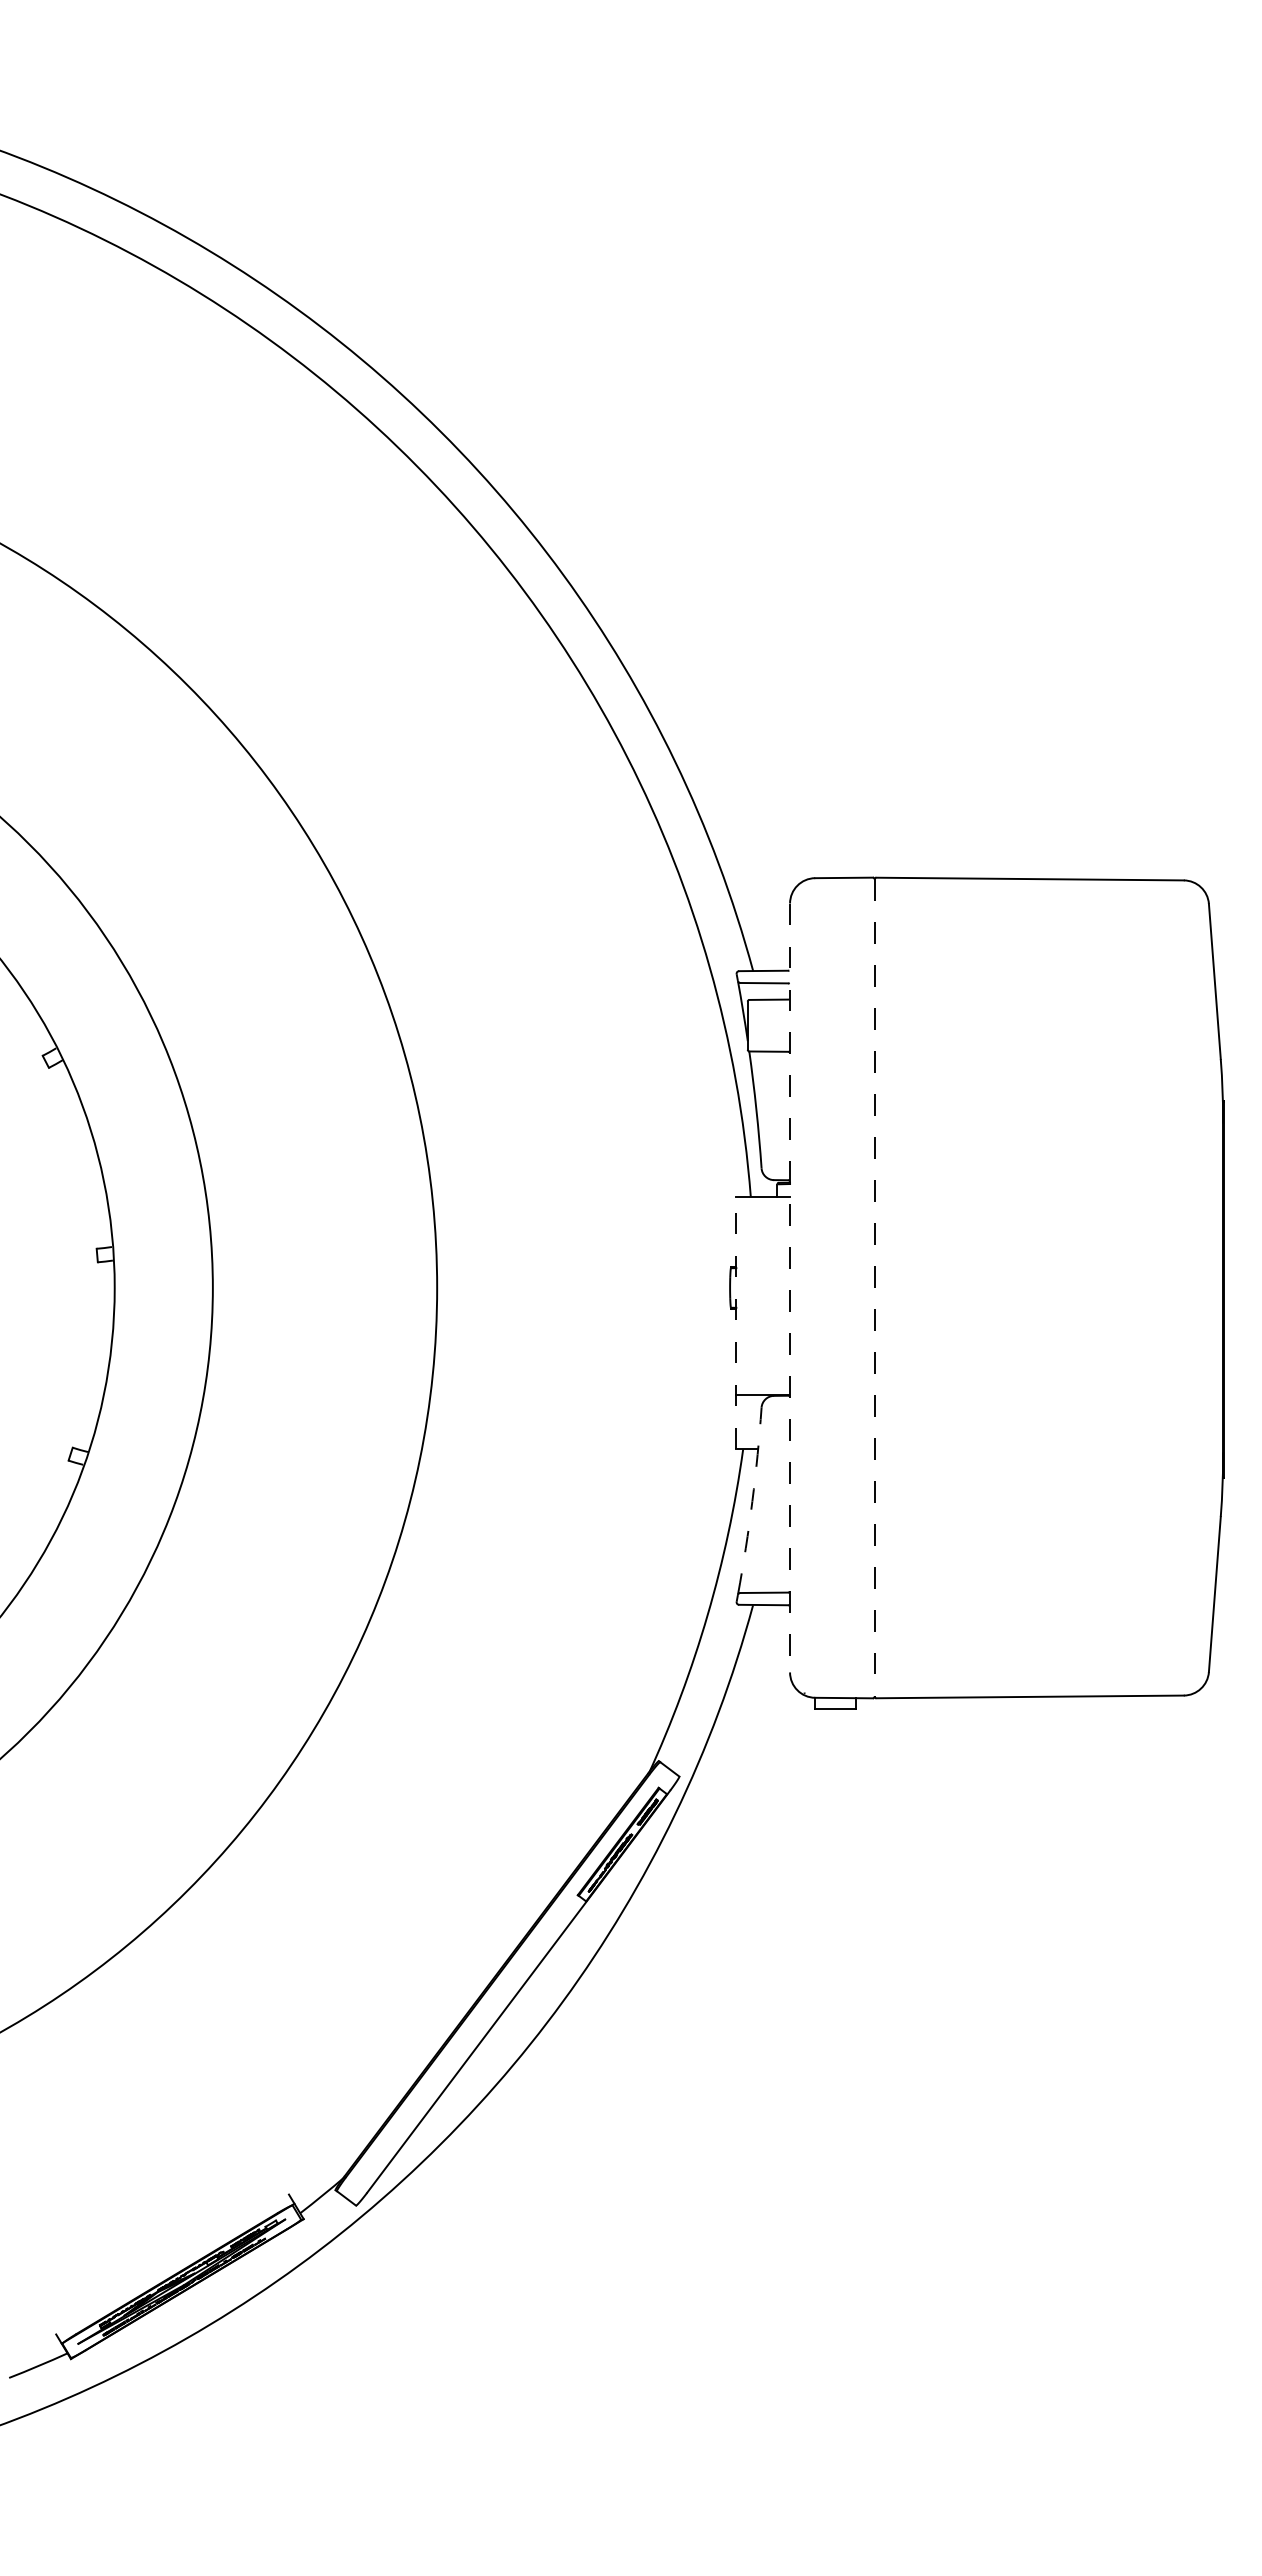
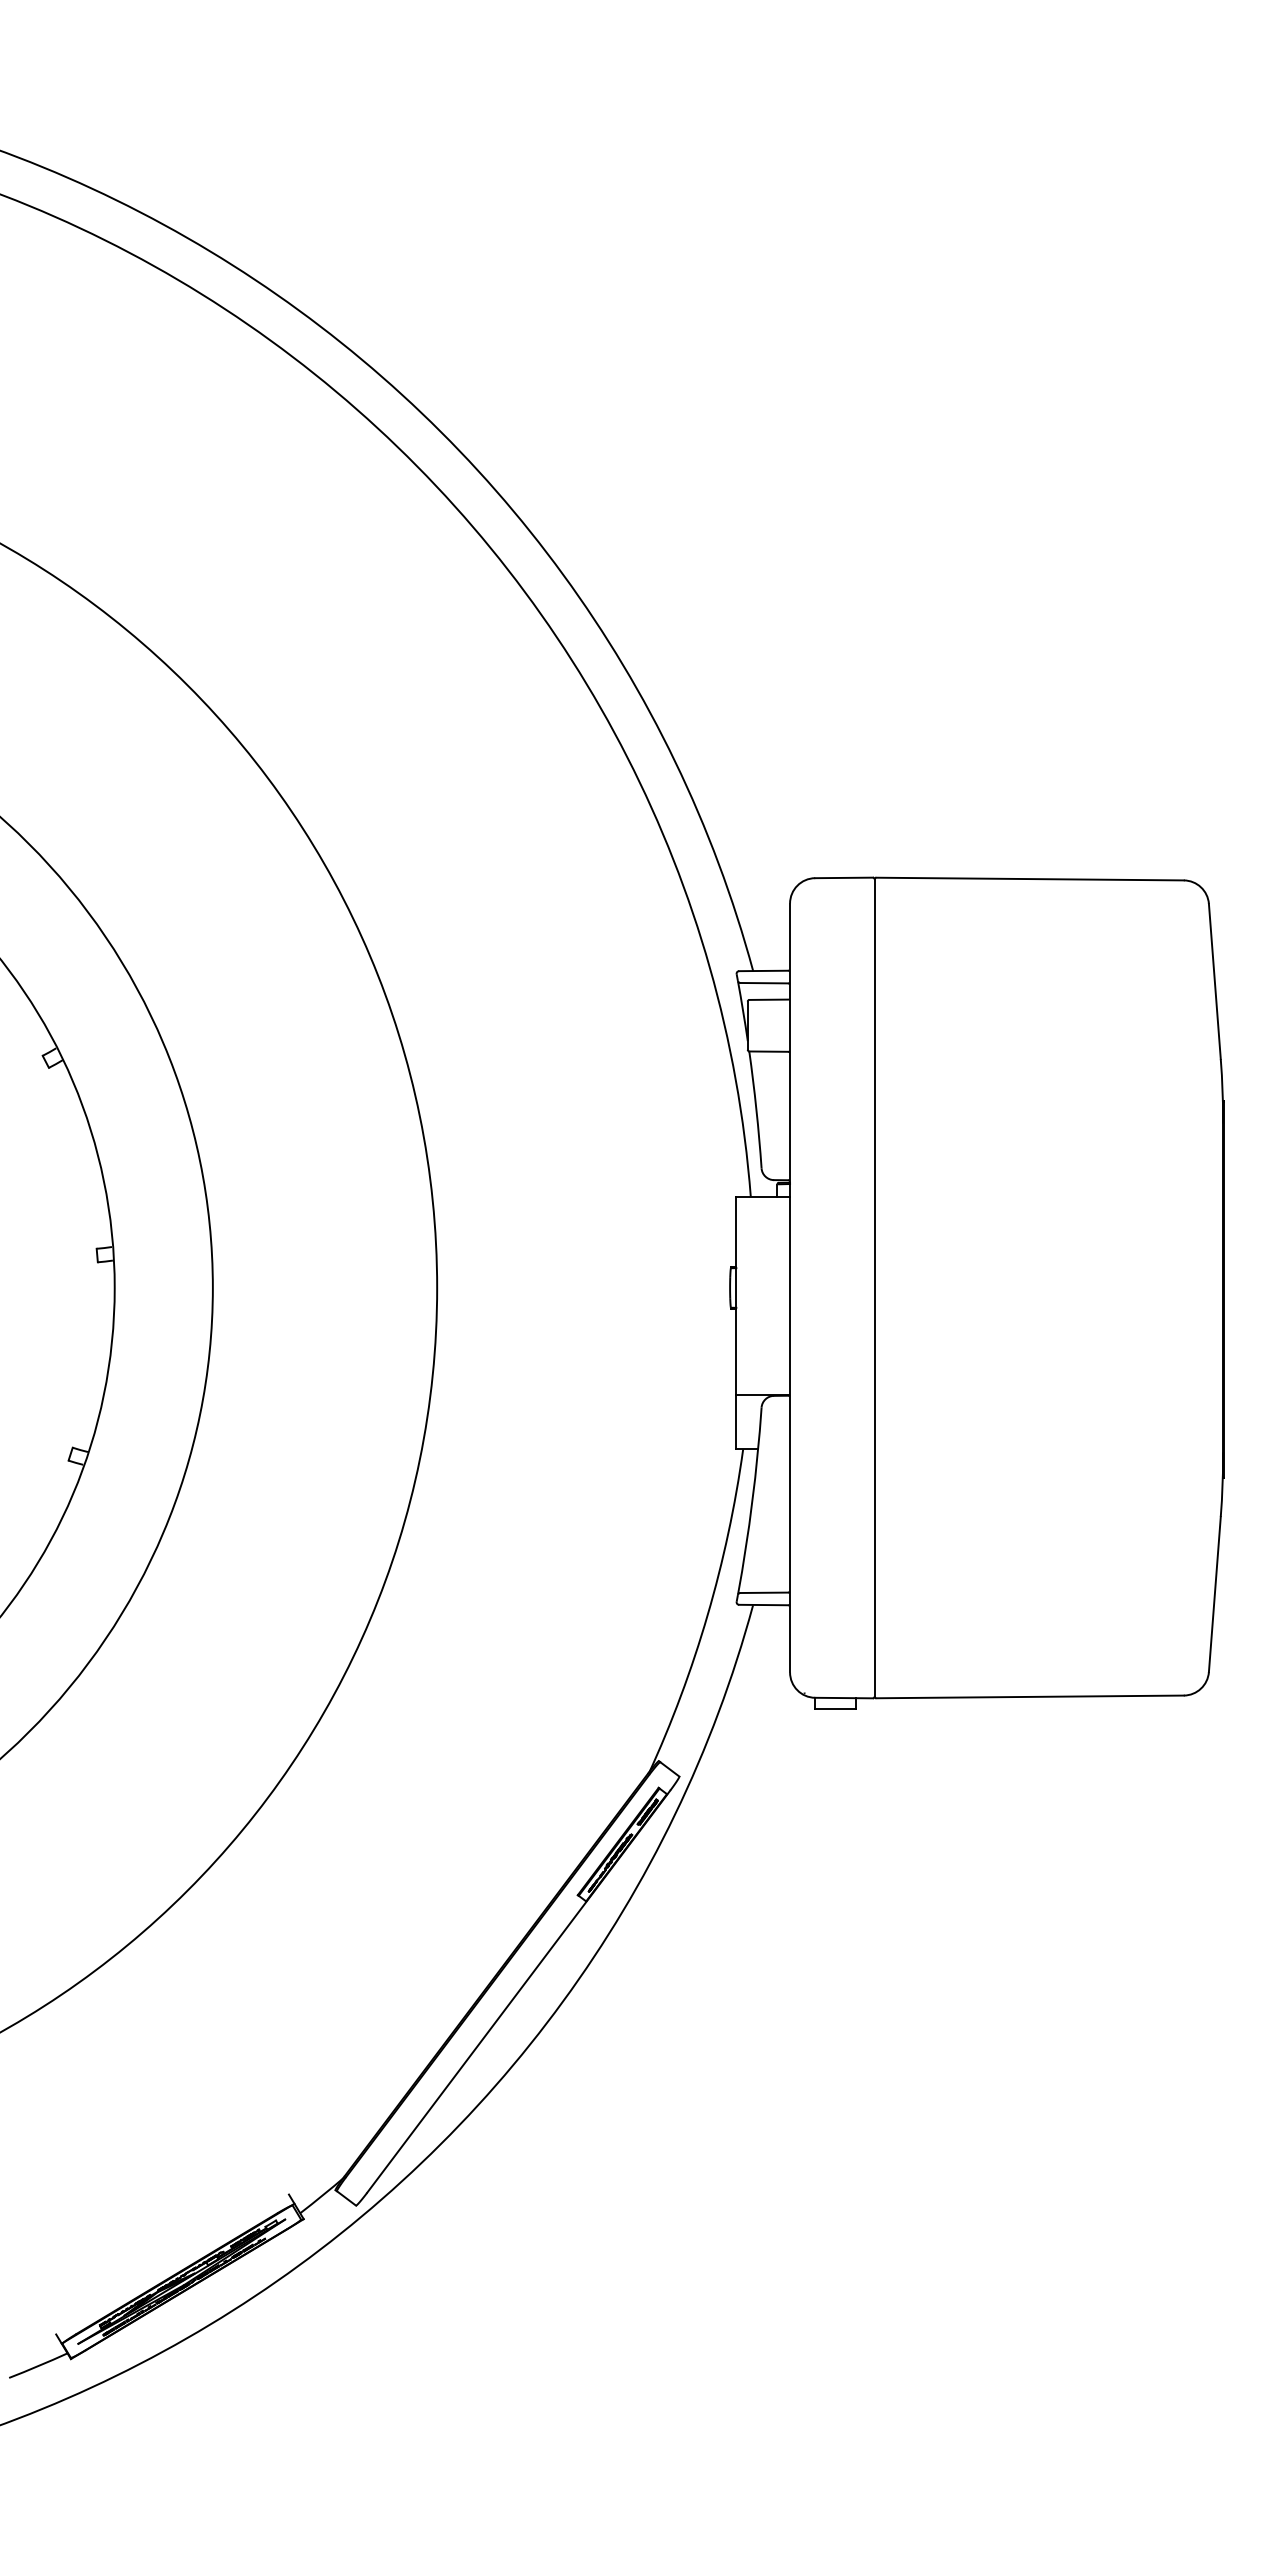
line at (790, 1288): dashed -> solid
line at (874, 1288): dashed -> solid
line at (736, 1322): dashed -> solid
arc at (752, 1501): dashed -> solid
